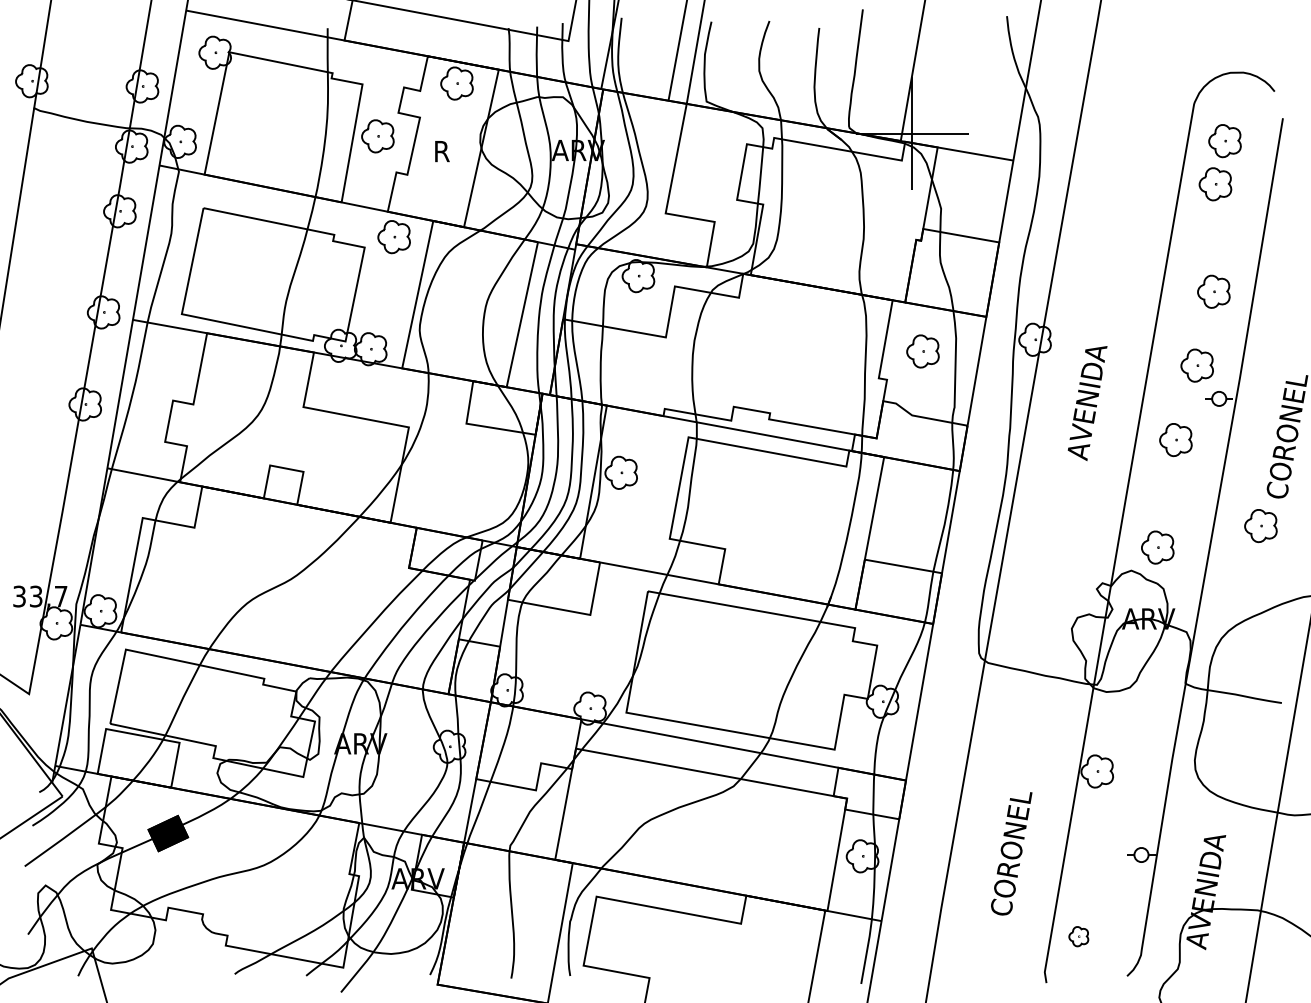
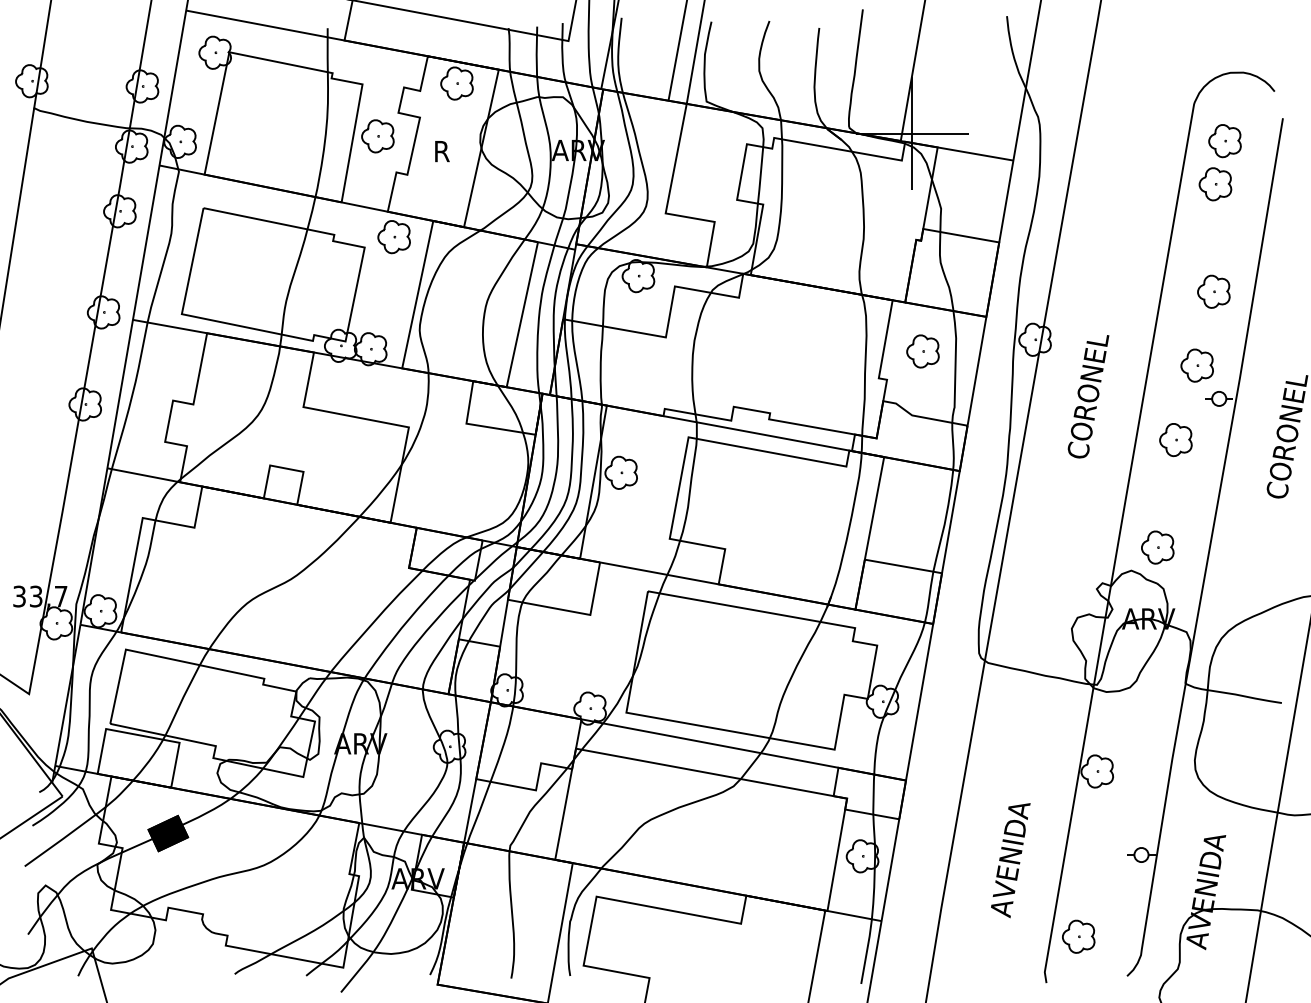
text at (1088, 398): AVENIDA -> CORONEL
part at (1260, 526): present -> none
text at (1011, 855): CORONEL -> AVENIDA
part at (1078, 936) size: 22x22 px -> 34x35 px
